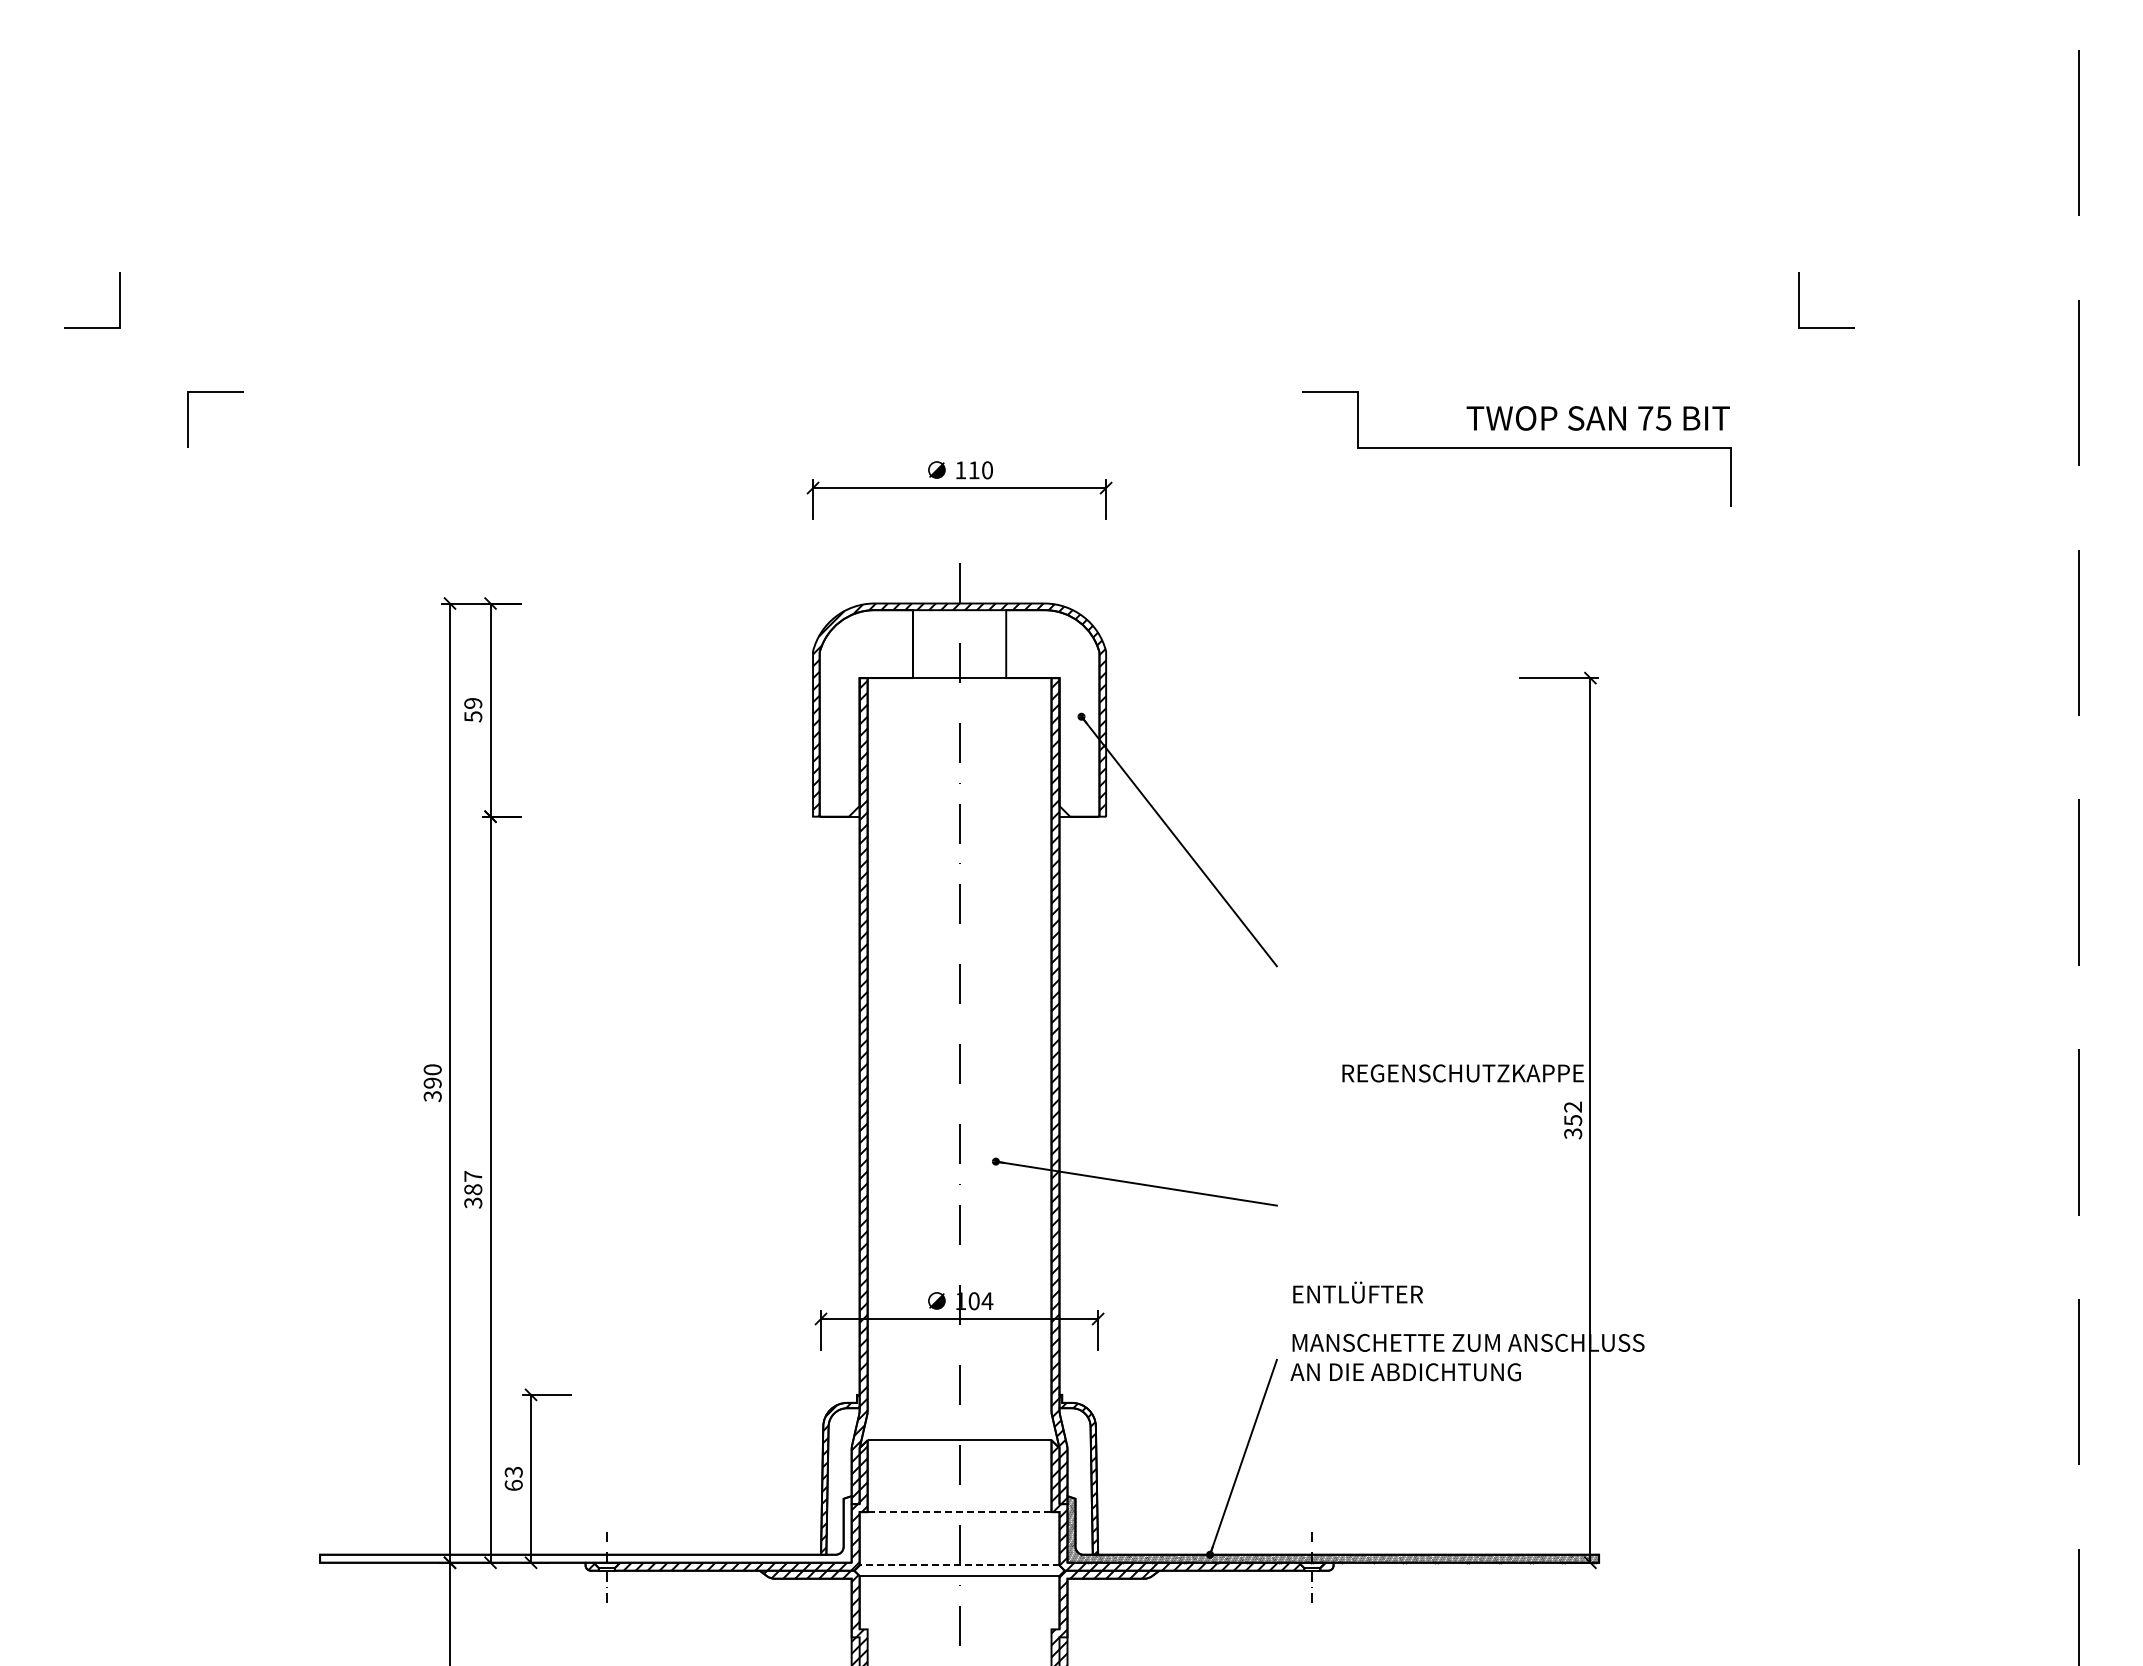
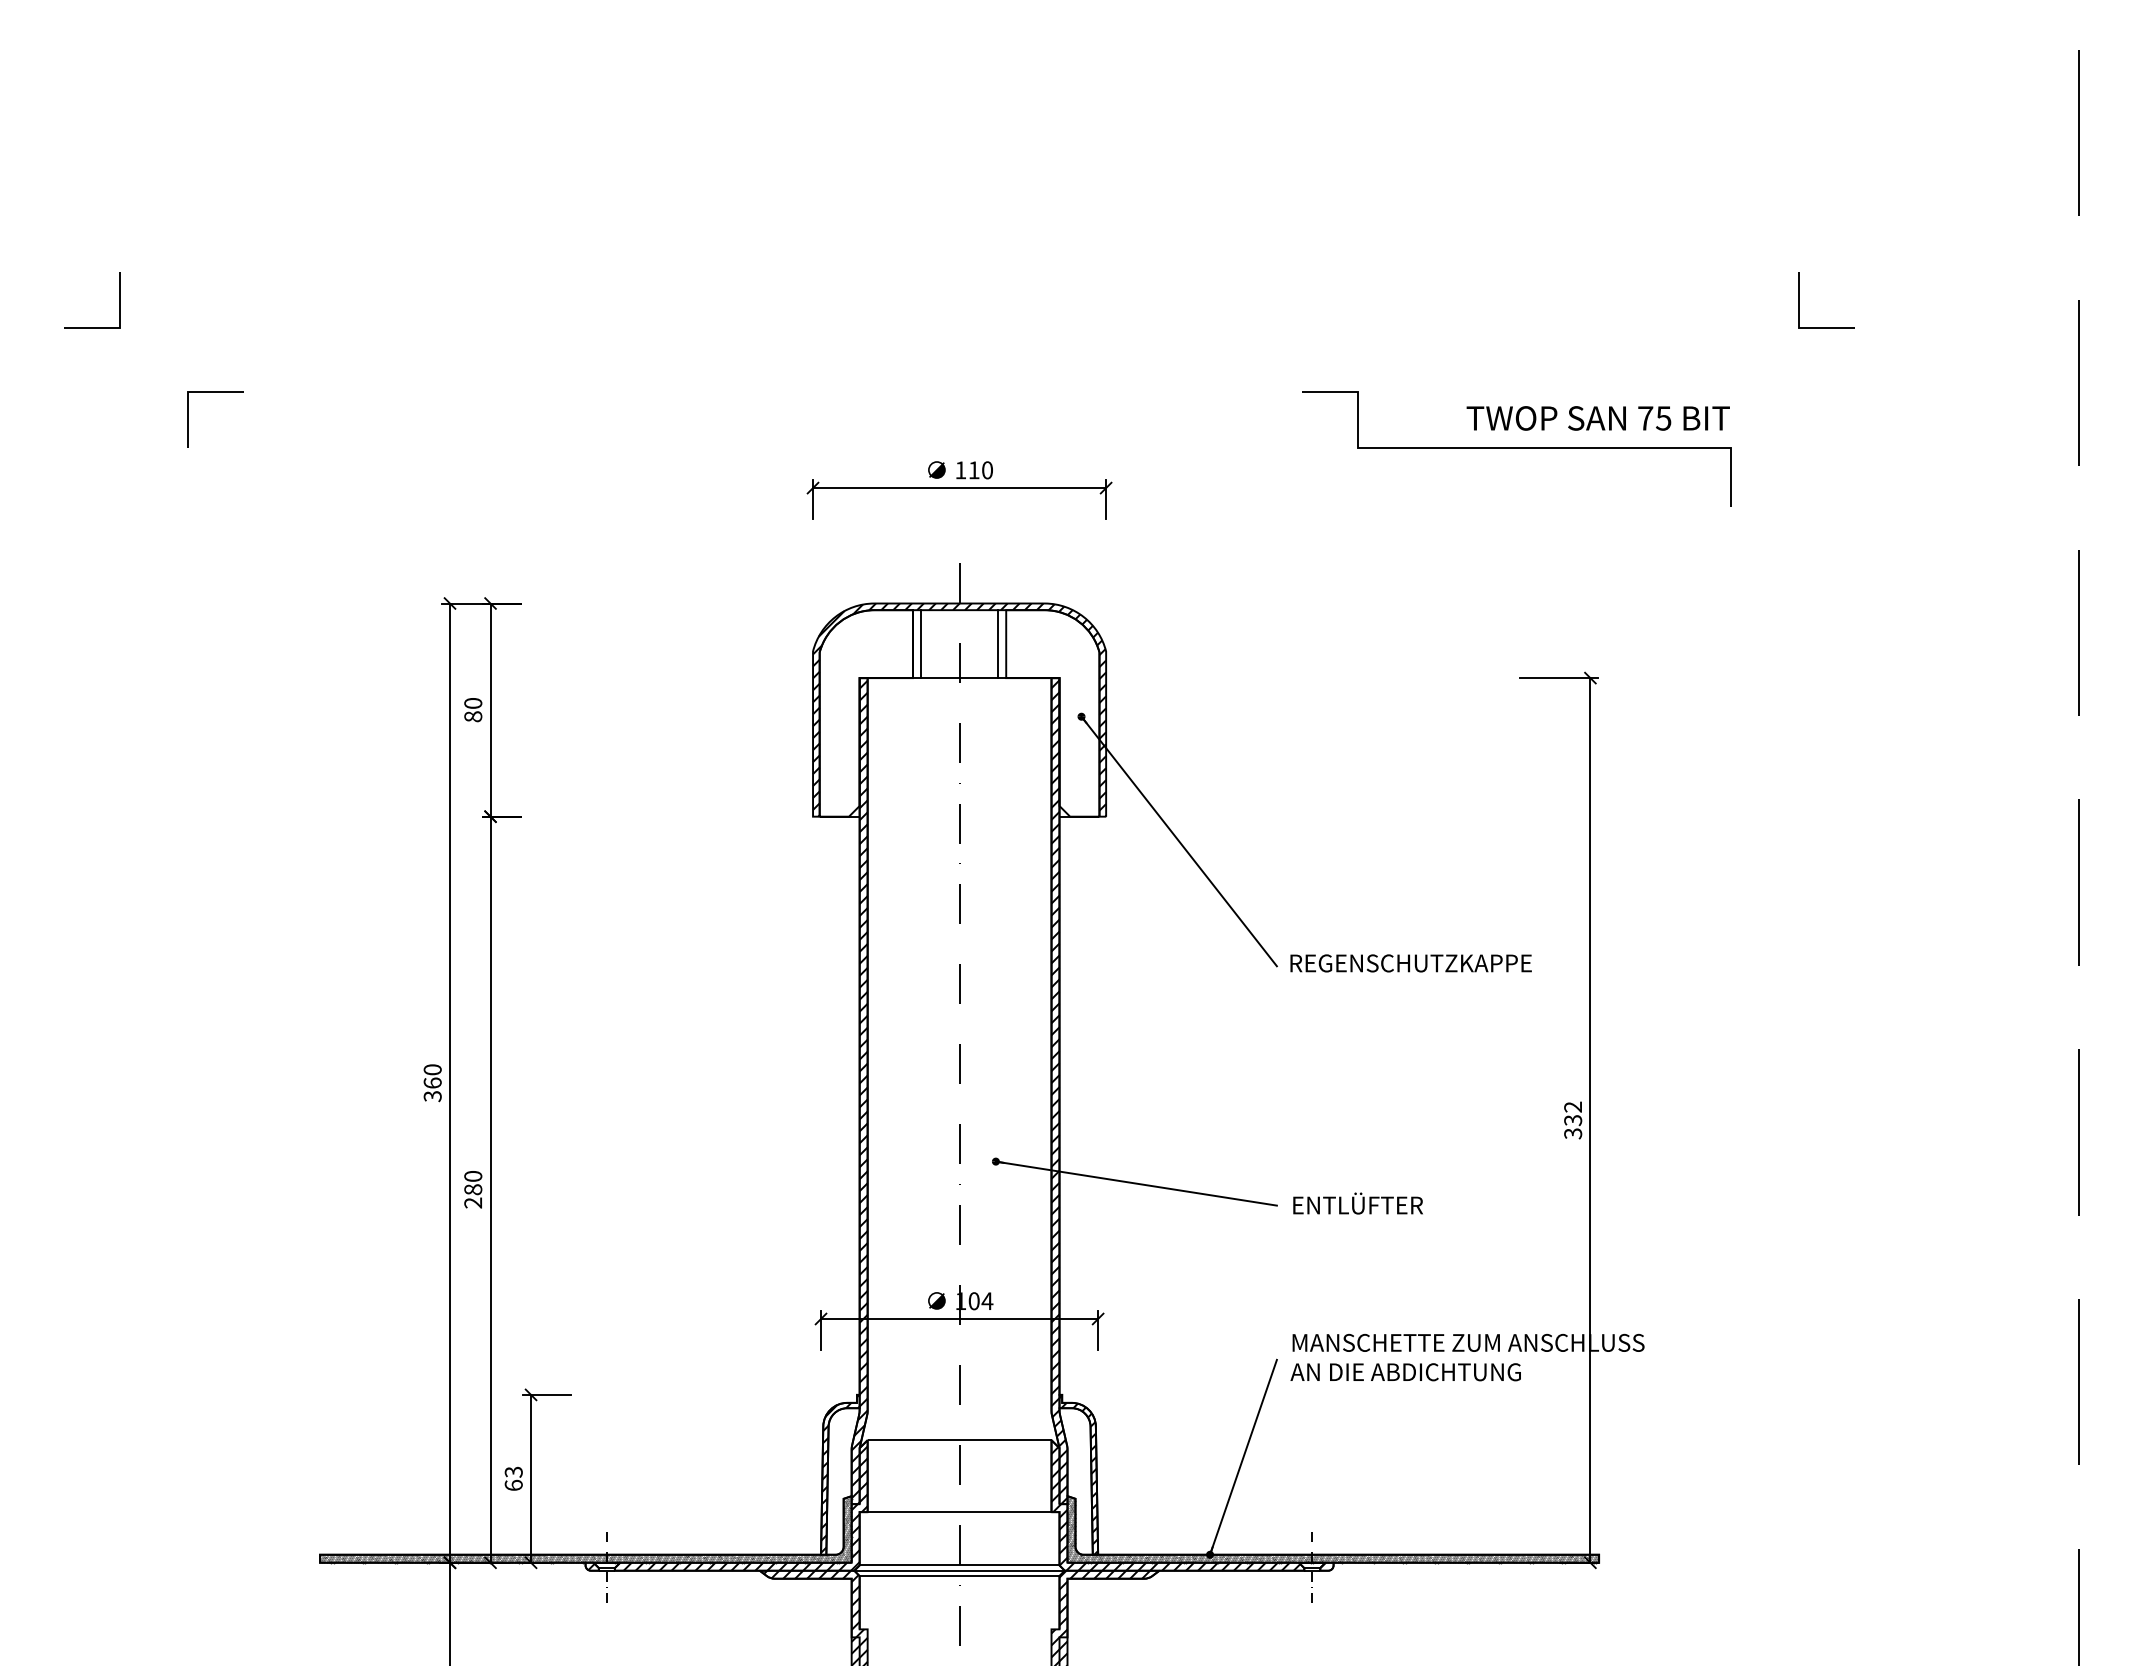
line at (920, 644): none -> present
line at (998, 644): none -> present
text at (473, 710): 59 -> 80
text at (1462, 1073) position: (1462, 1073) -> (1410, 963)
text at (432, 1082): 390 -> 360
text at (1572, 1120): 352 -> 332
text at (473, 1189): 387 -> 280
text at (1357, 1292) position: (1357, 1292) -> (1357, 1203)
line at (959, 1512): dashed -> solid
hatch at (585, 1529): none -> present
line at (959, 1565): dashed -> solid
line at (959, 1570): none -> present
